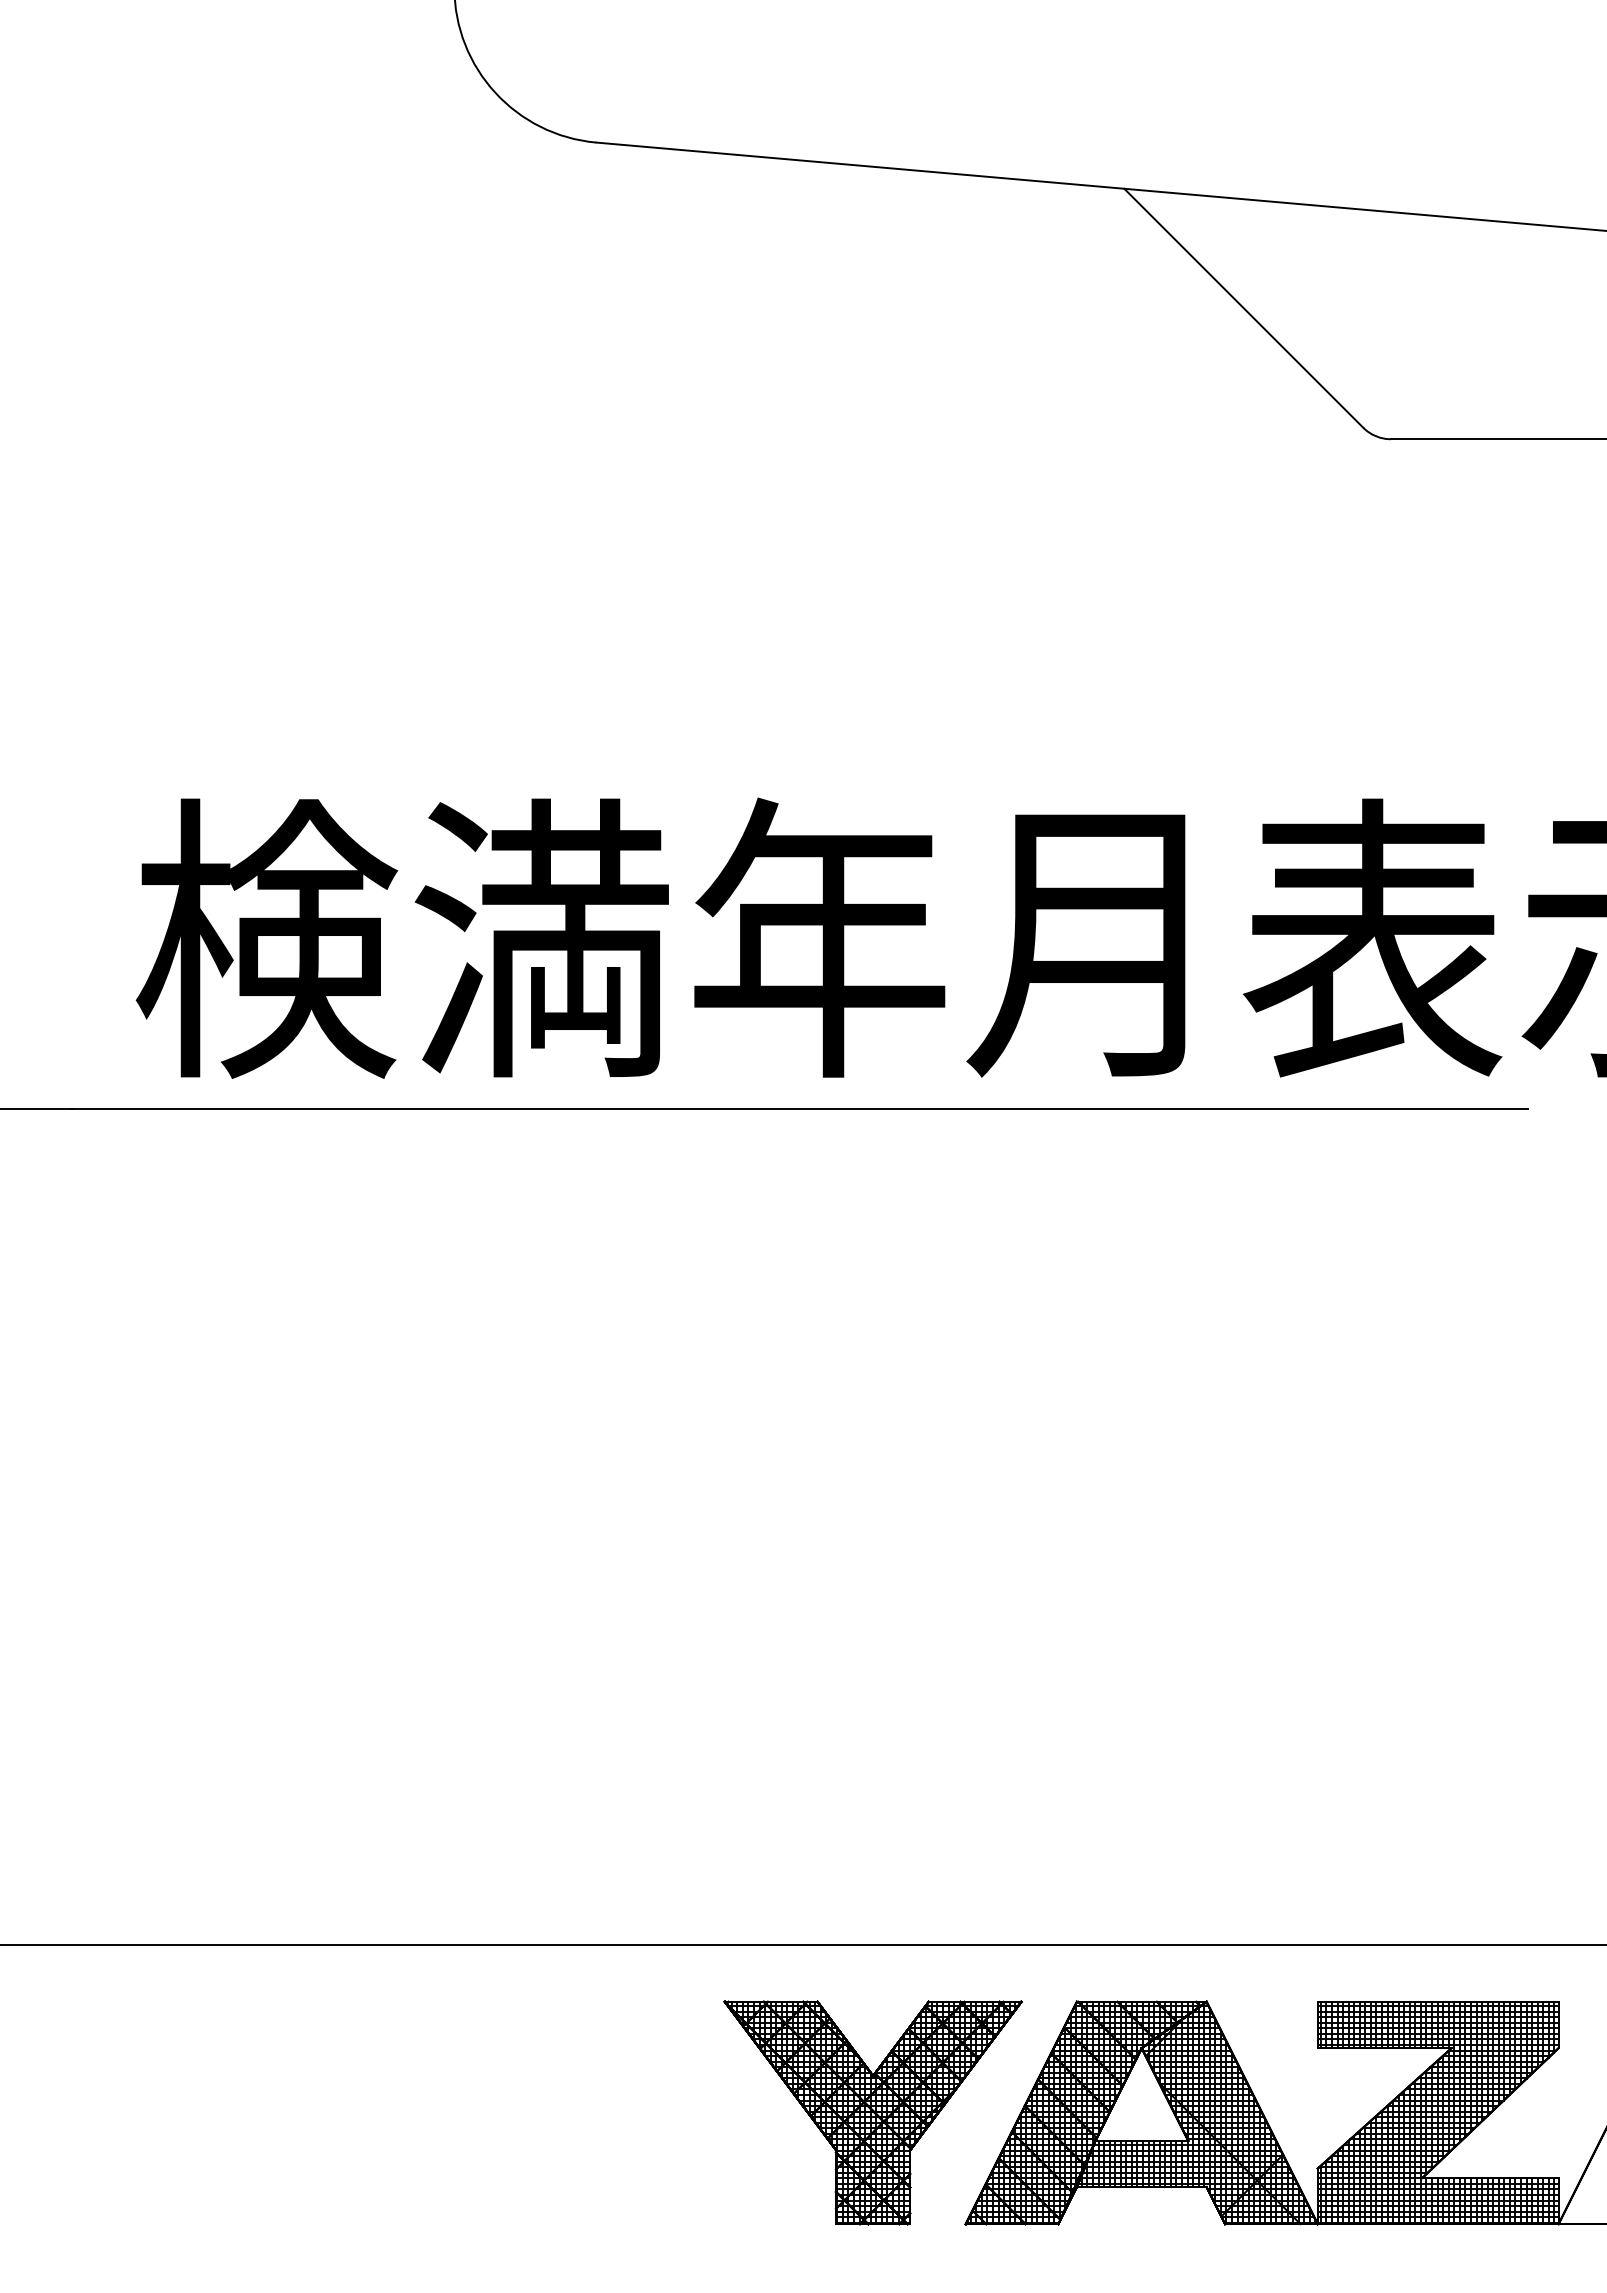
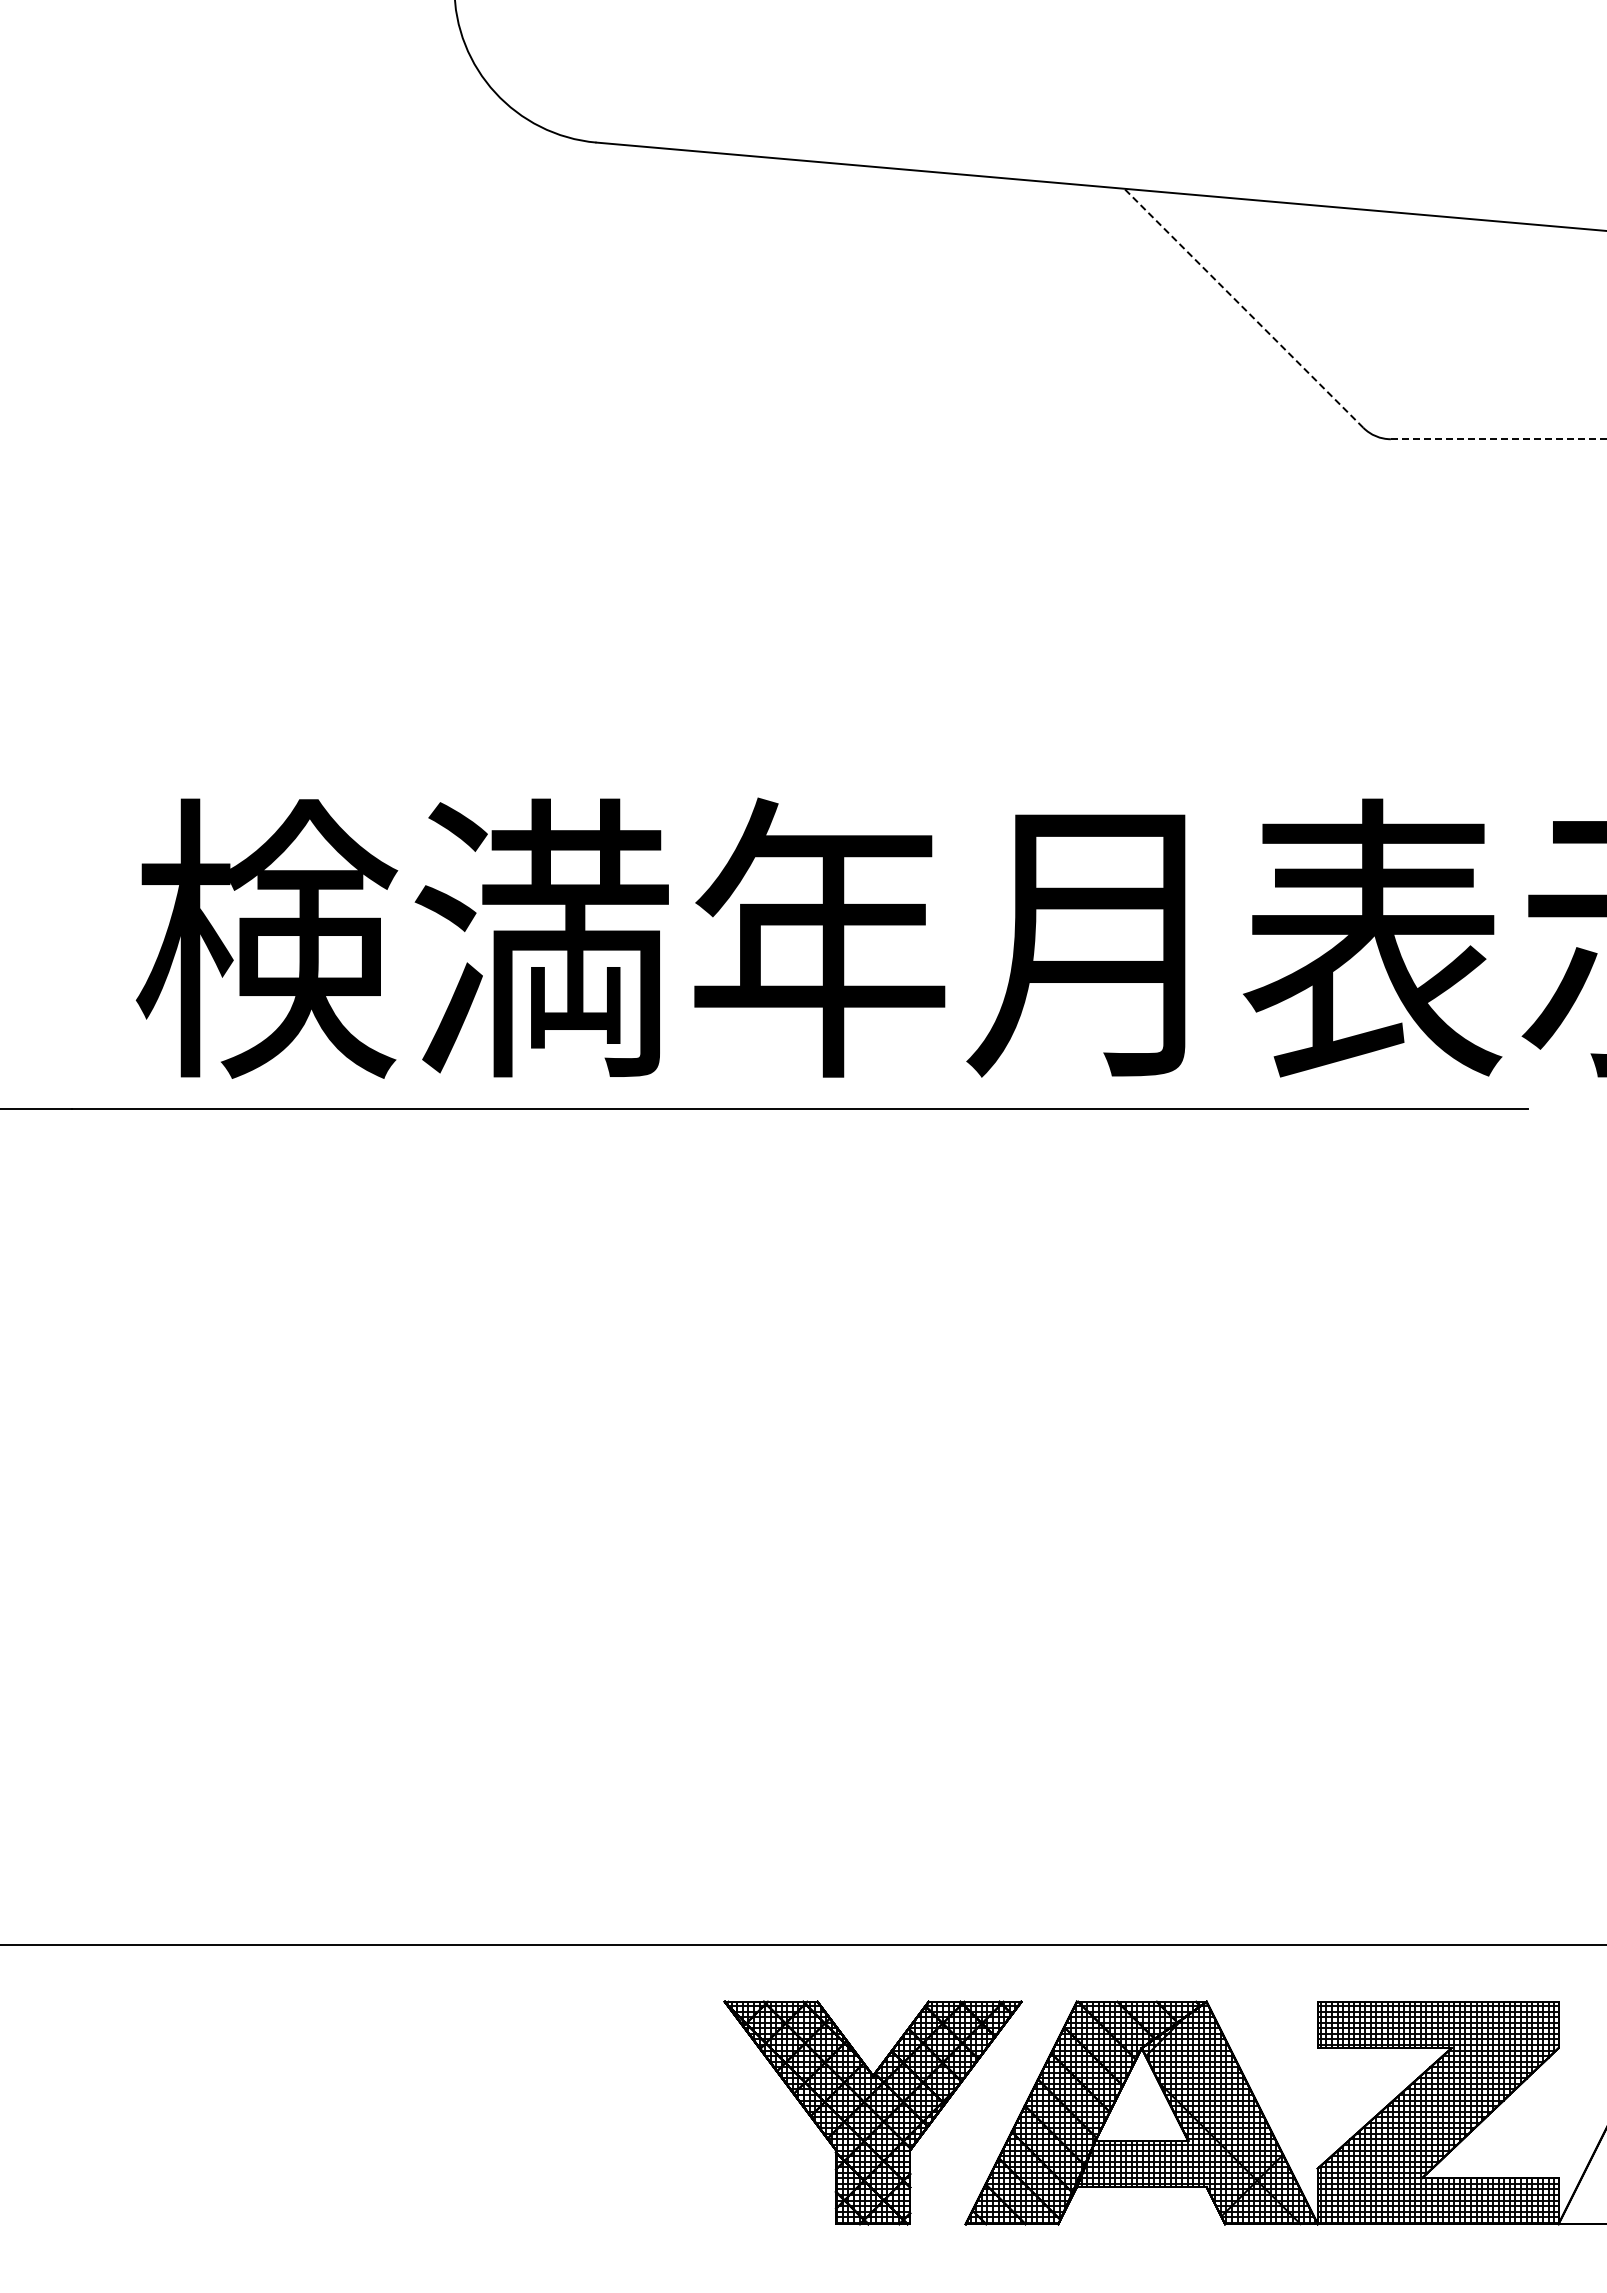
line at (1243, 307): solid -> dashed
line at (1498, 439): solid -> dashed
